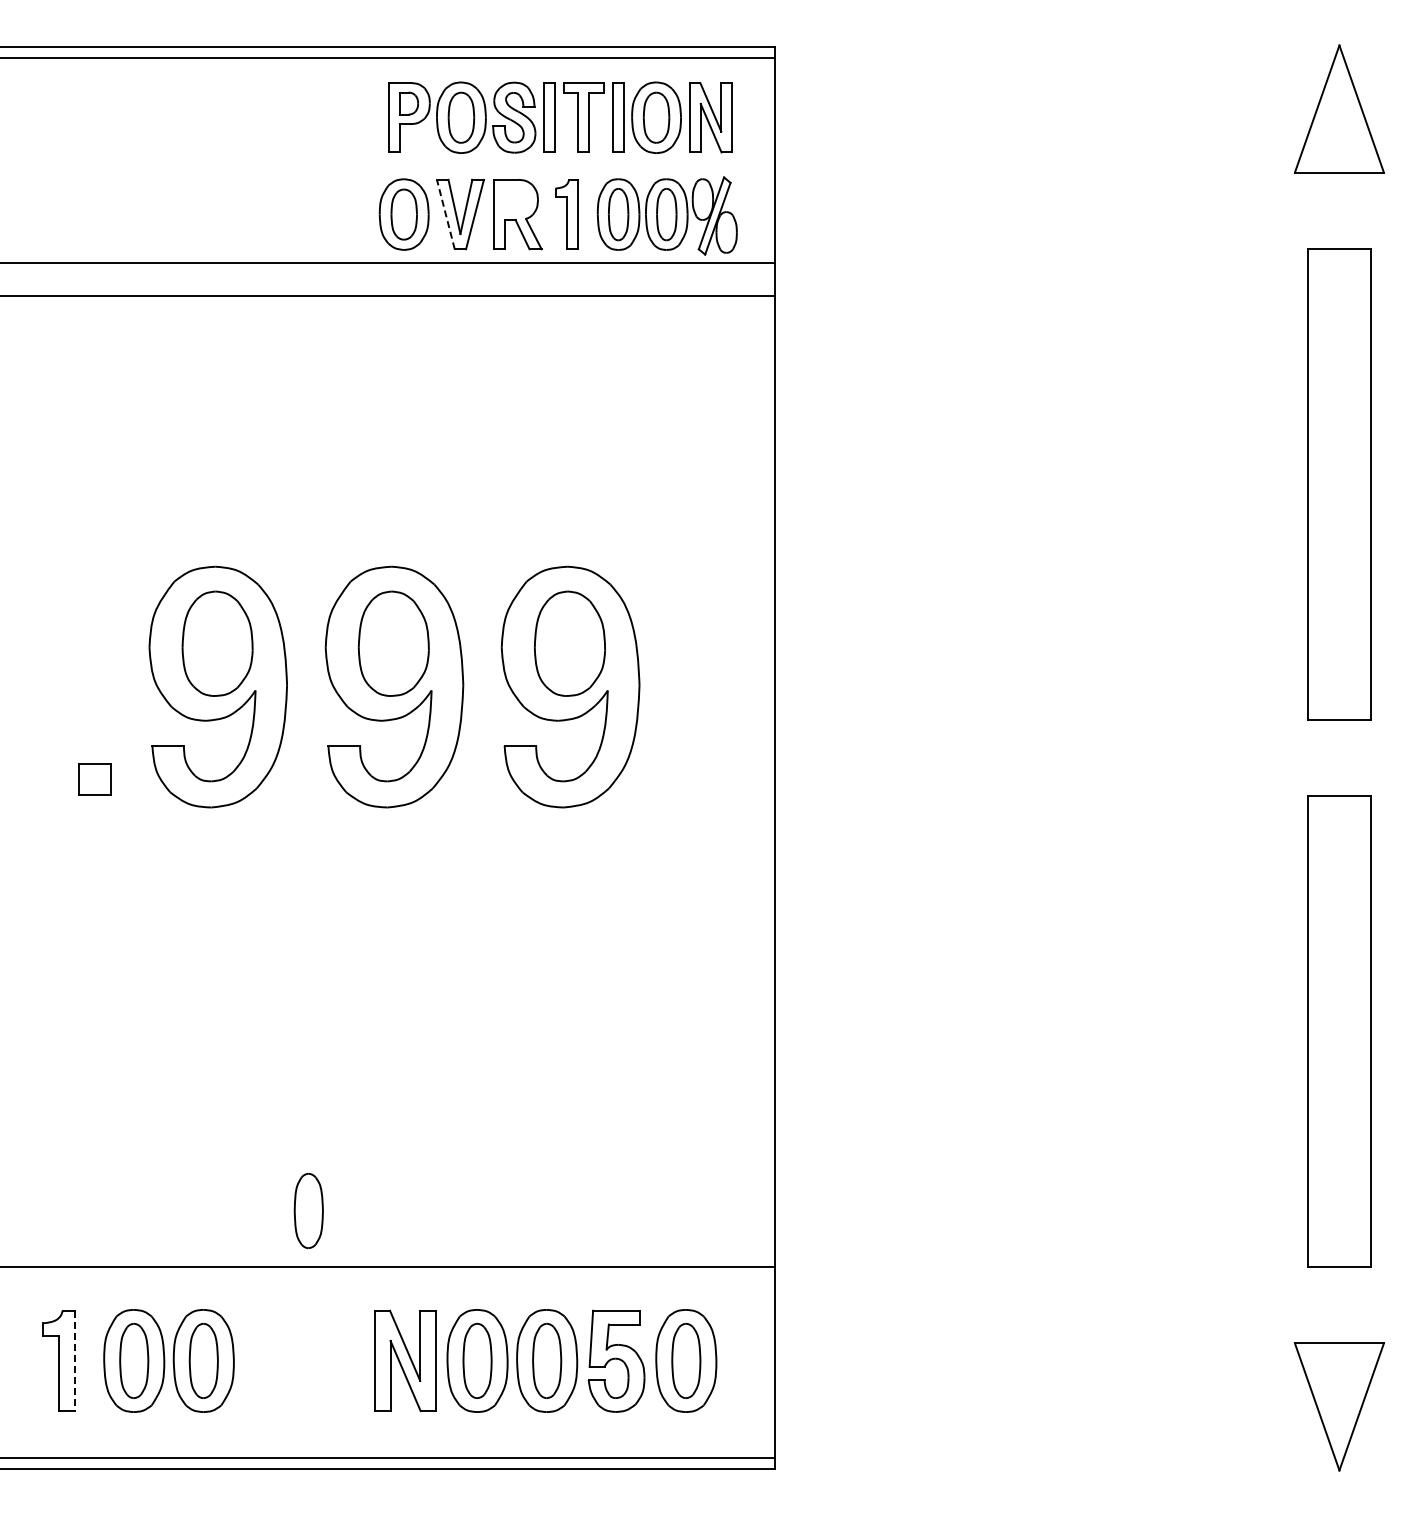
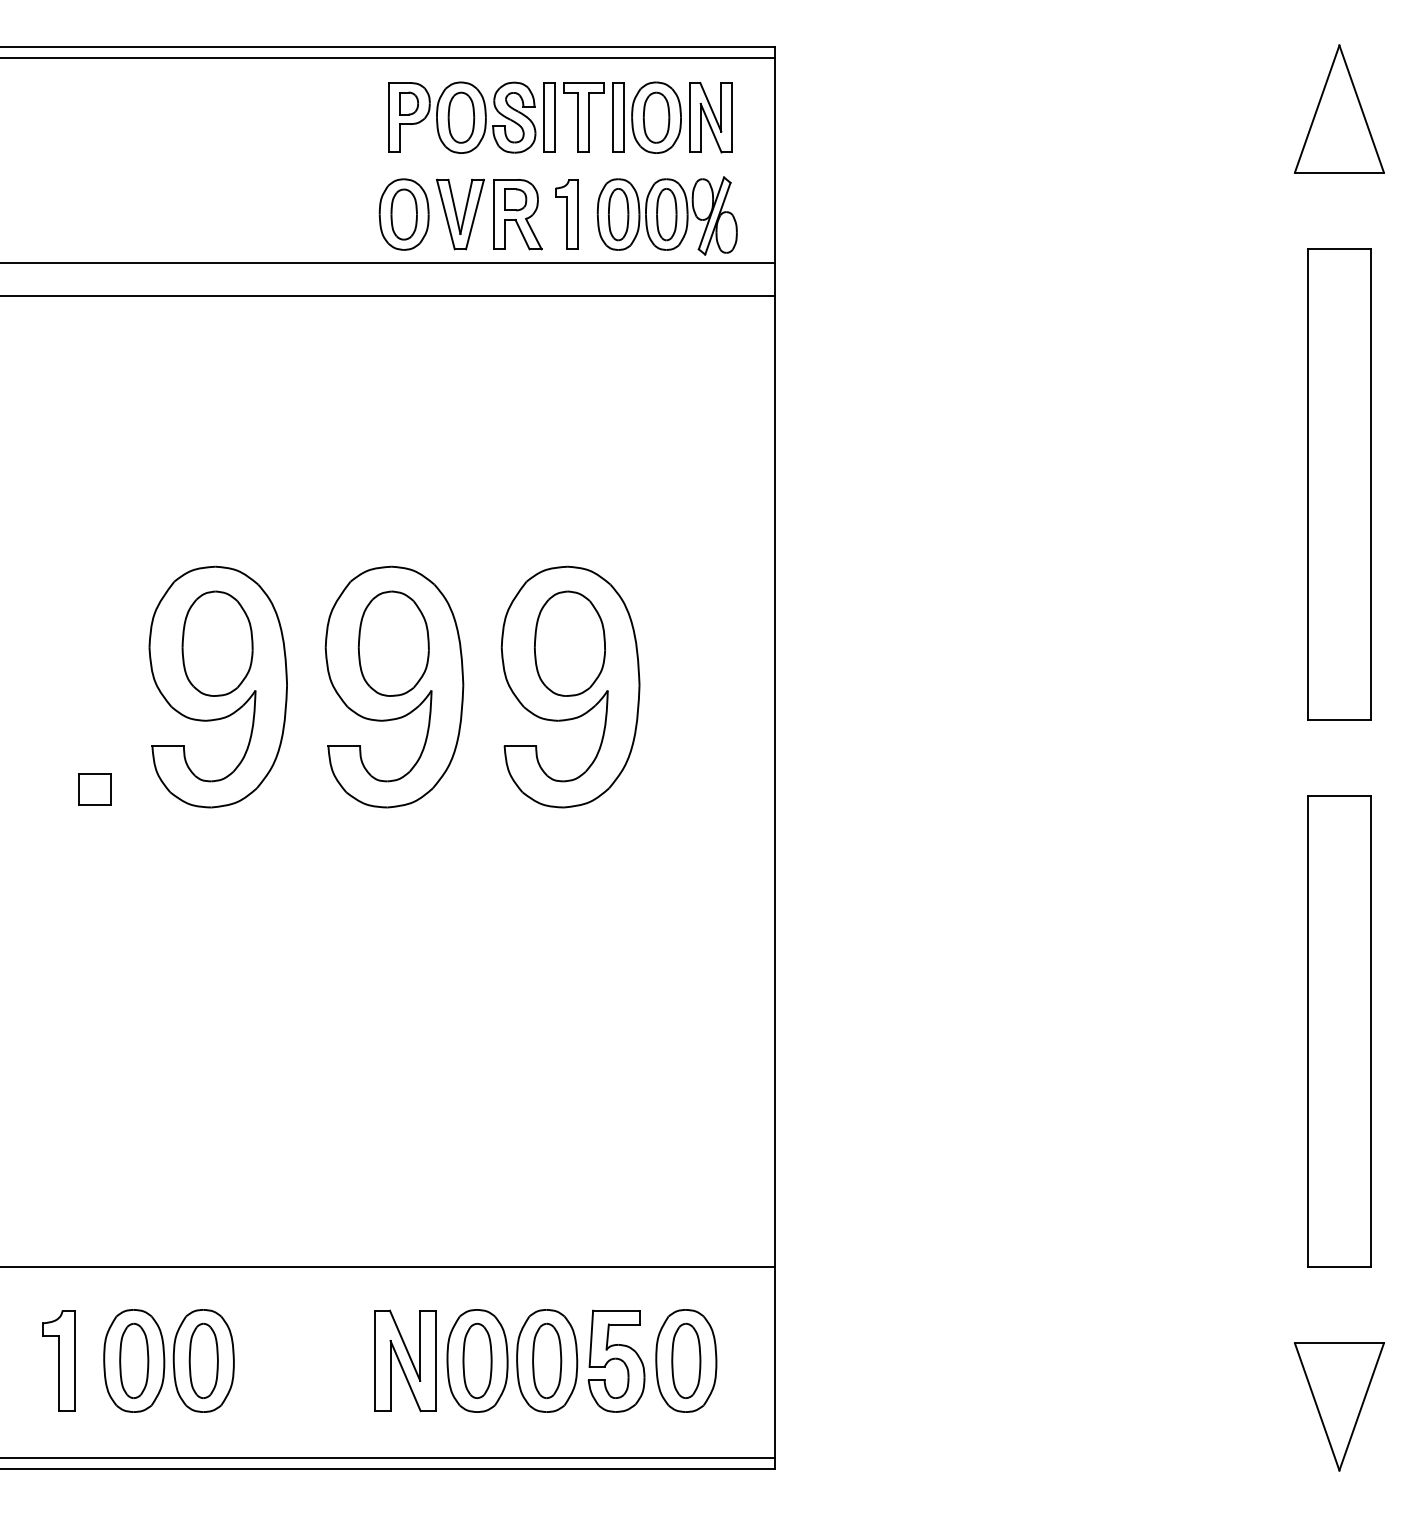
part at (515, 199): none -> present
line at (445, 214): dashed -> solid
part at (94, 779) position: (94, 779) -> (94, 789)
part at (308, 1210): present -> none
line at (75, 1361): dashed -> solid
